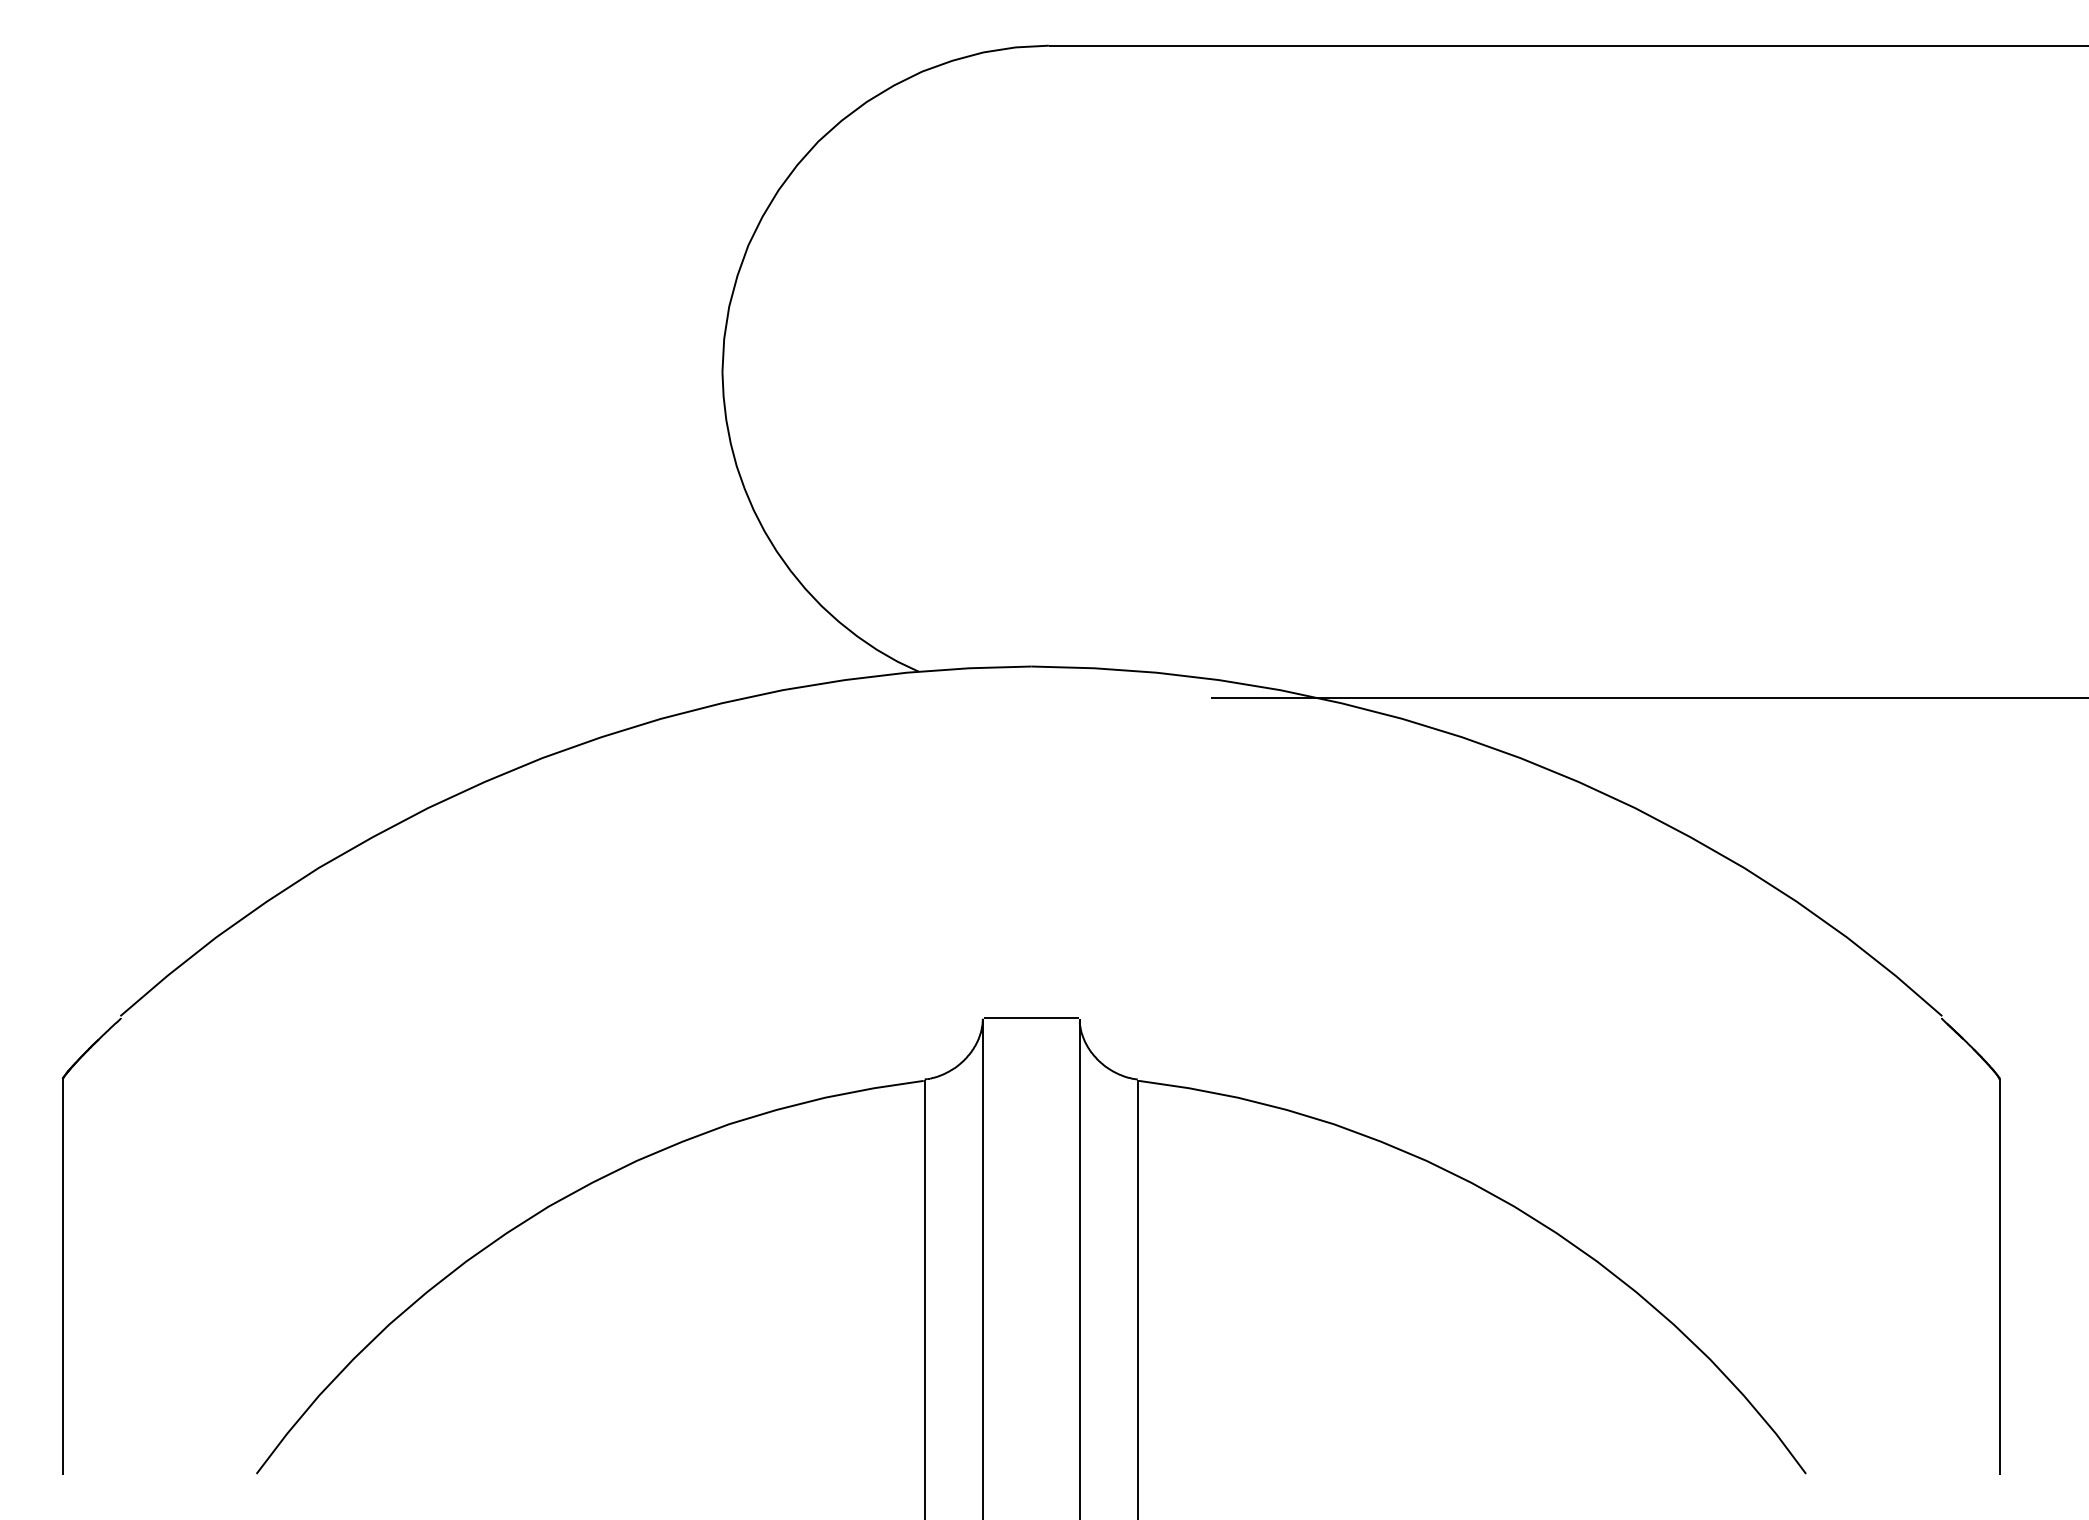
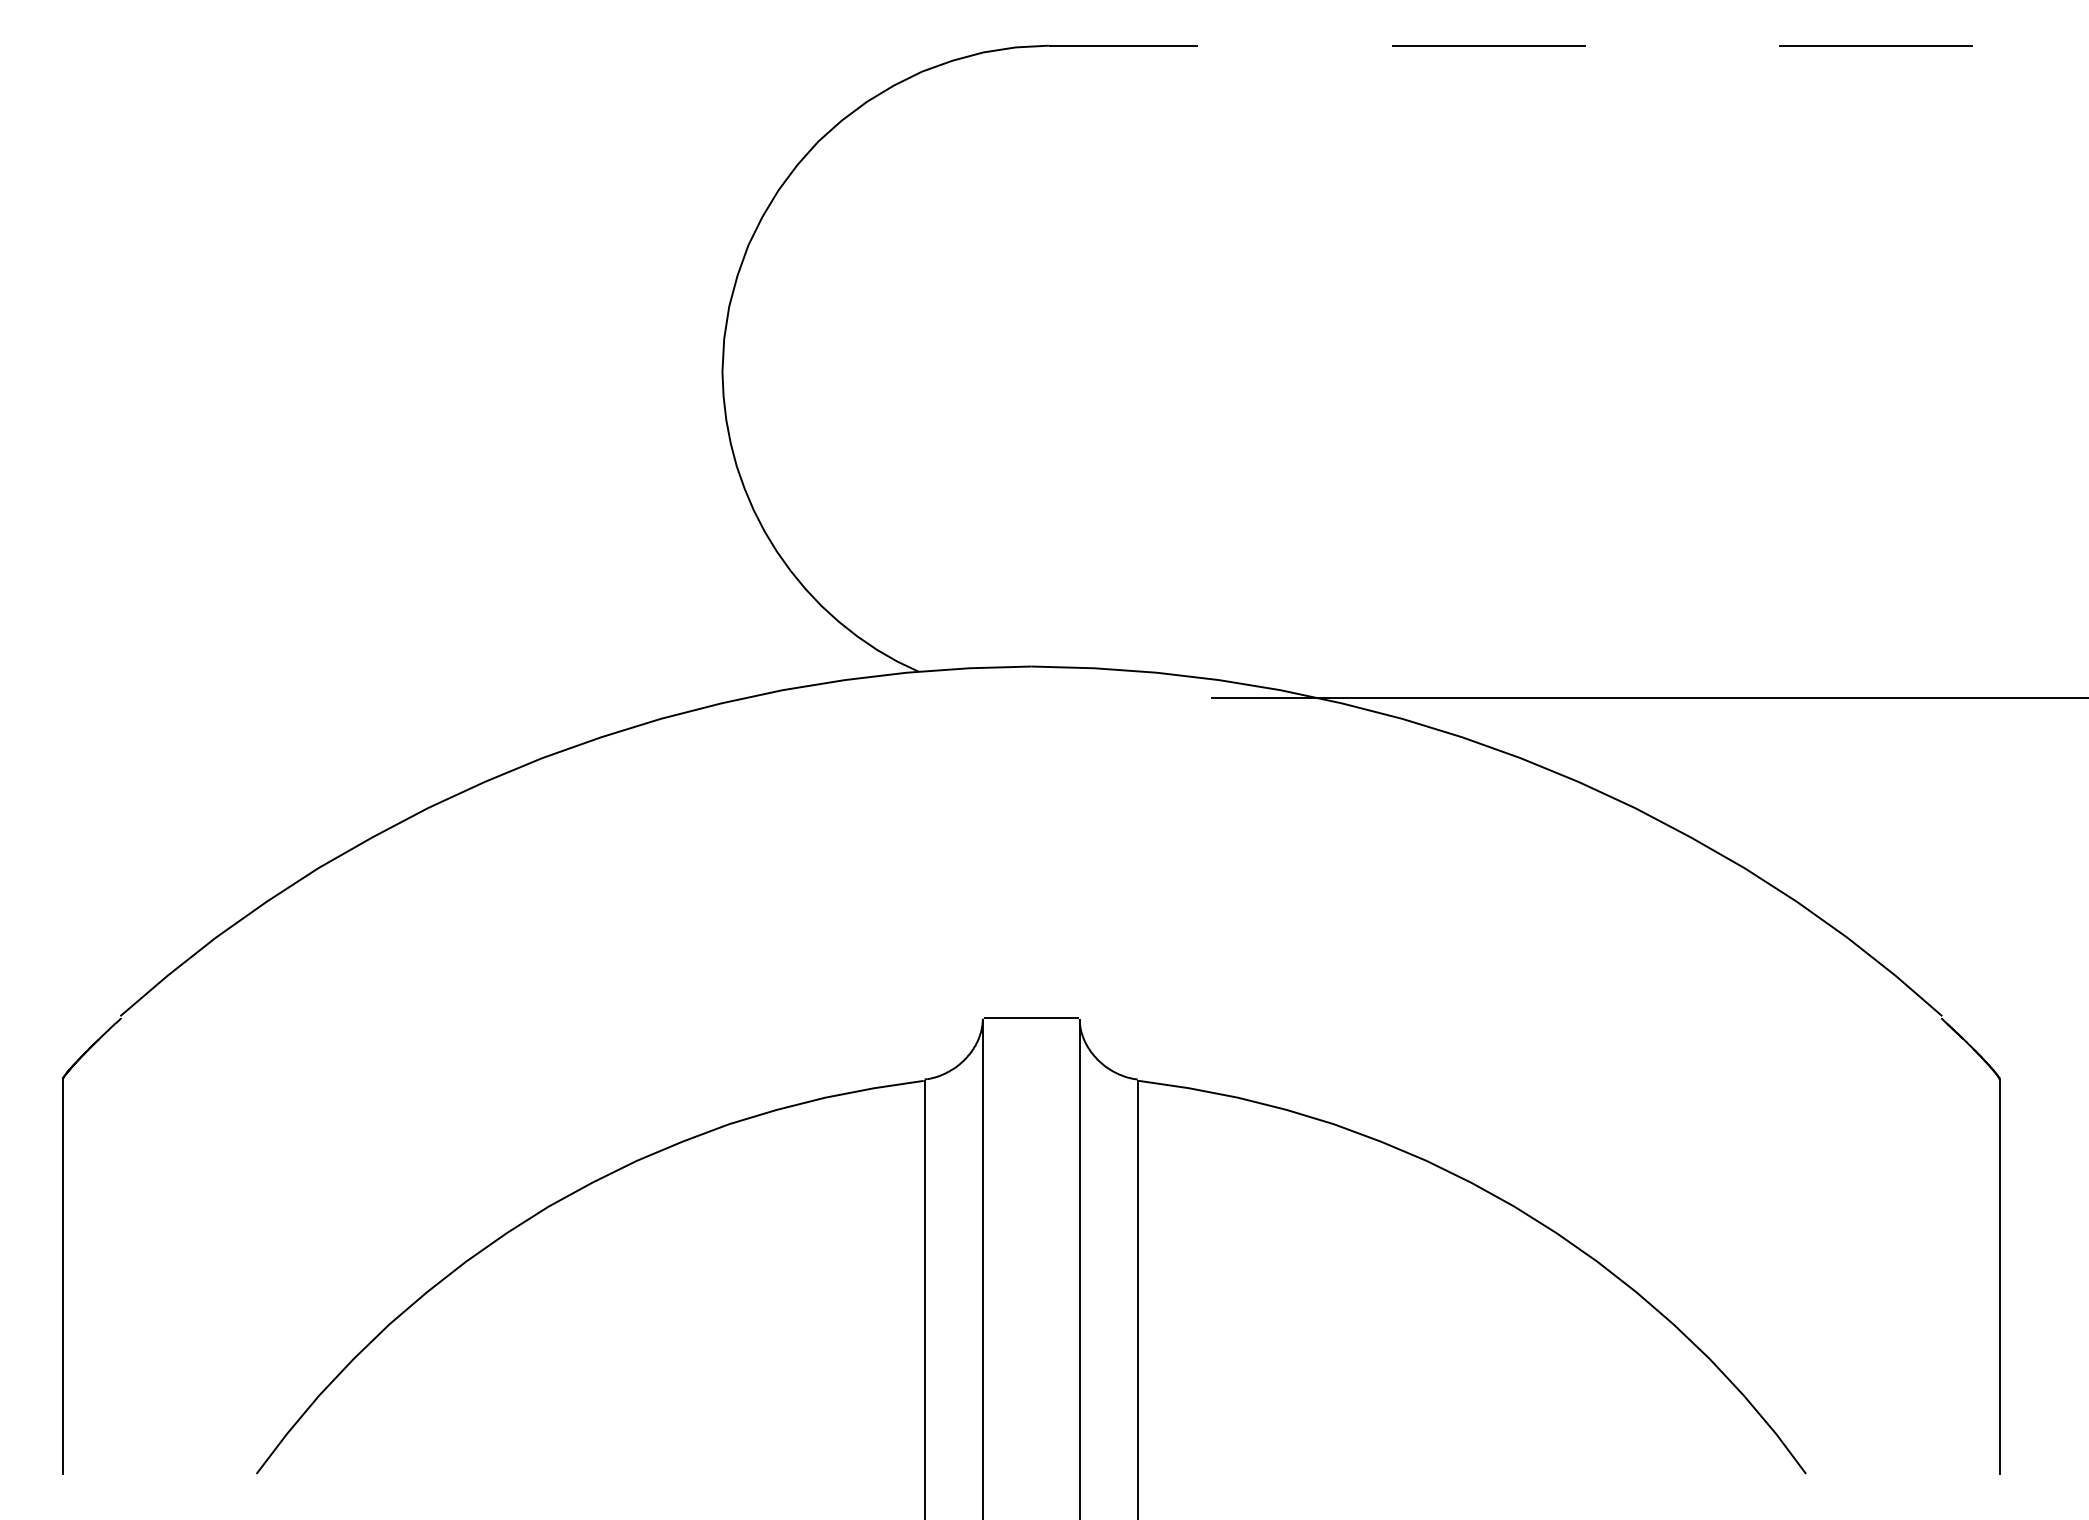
line at (1568, 45): solid -> dashed
